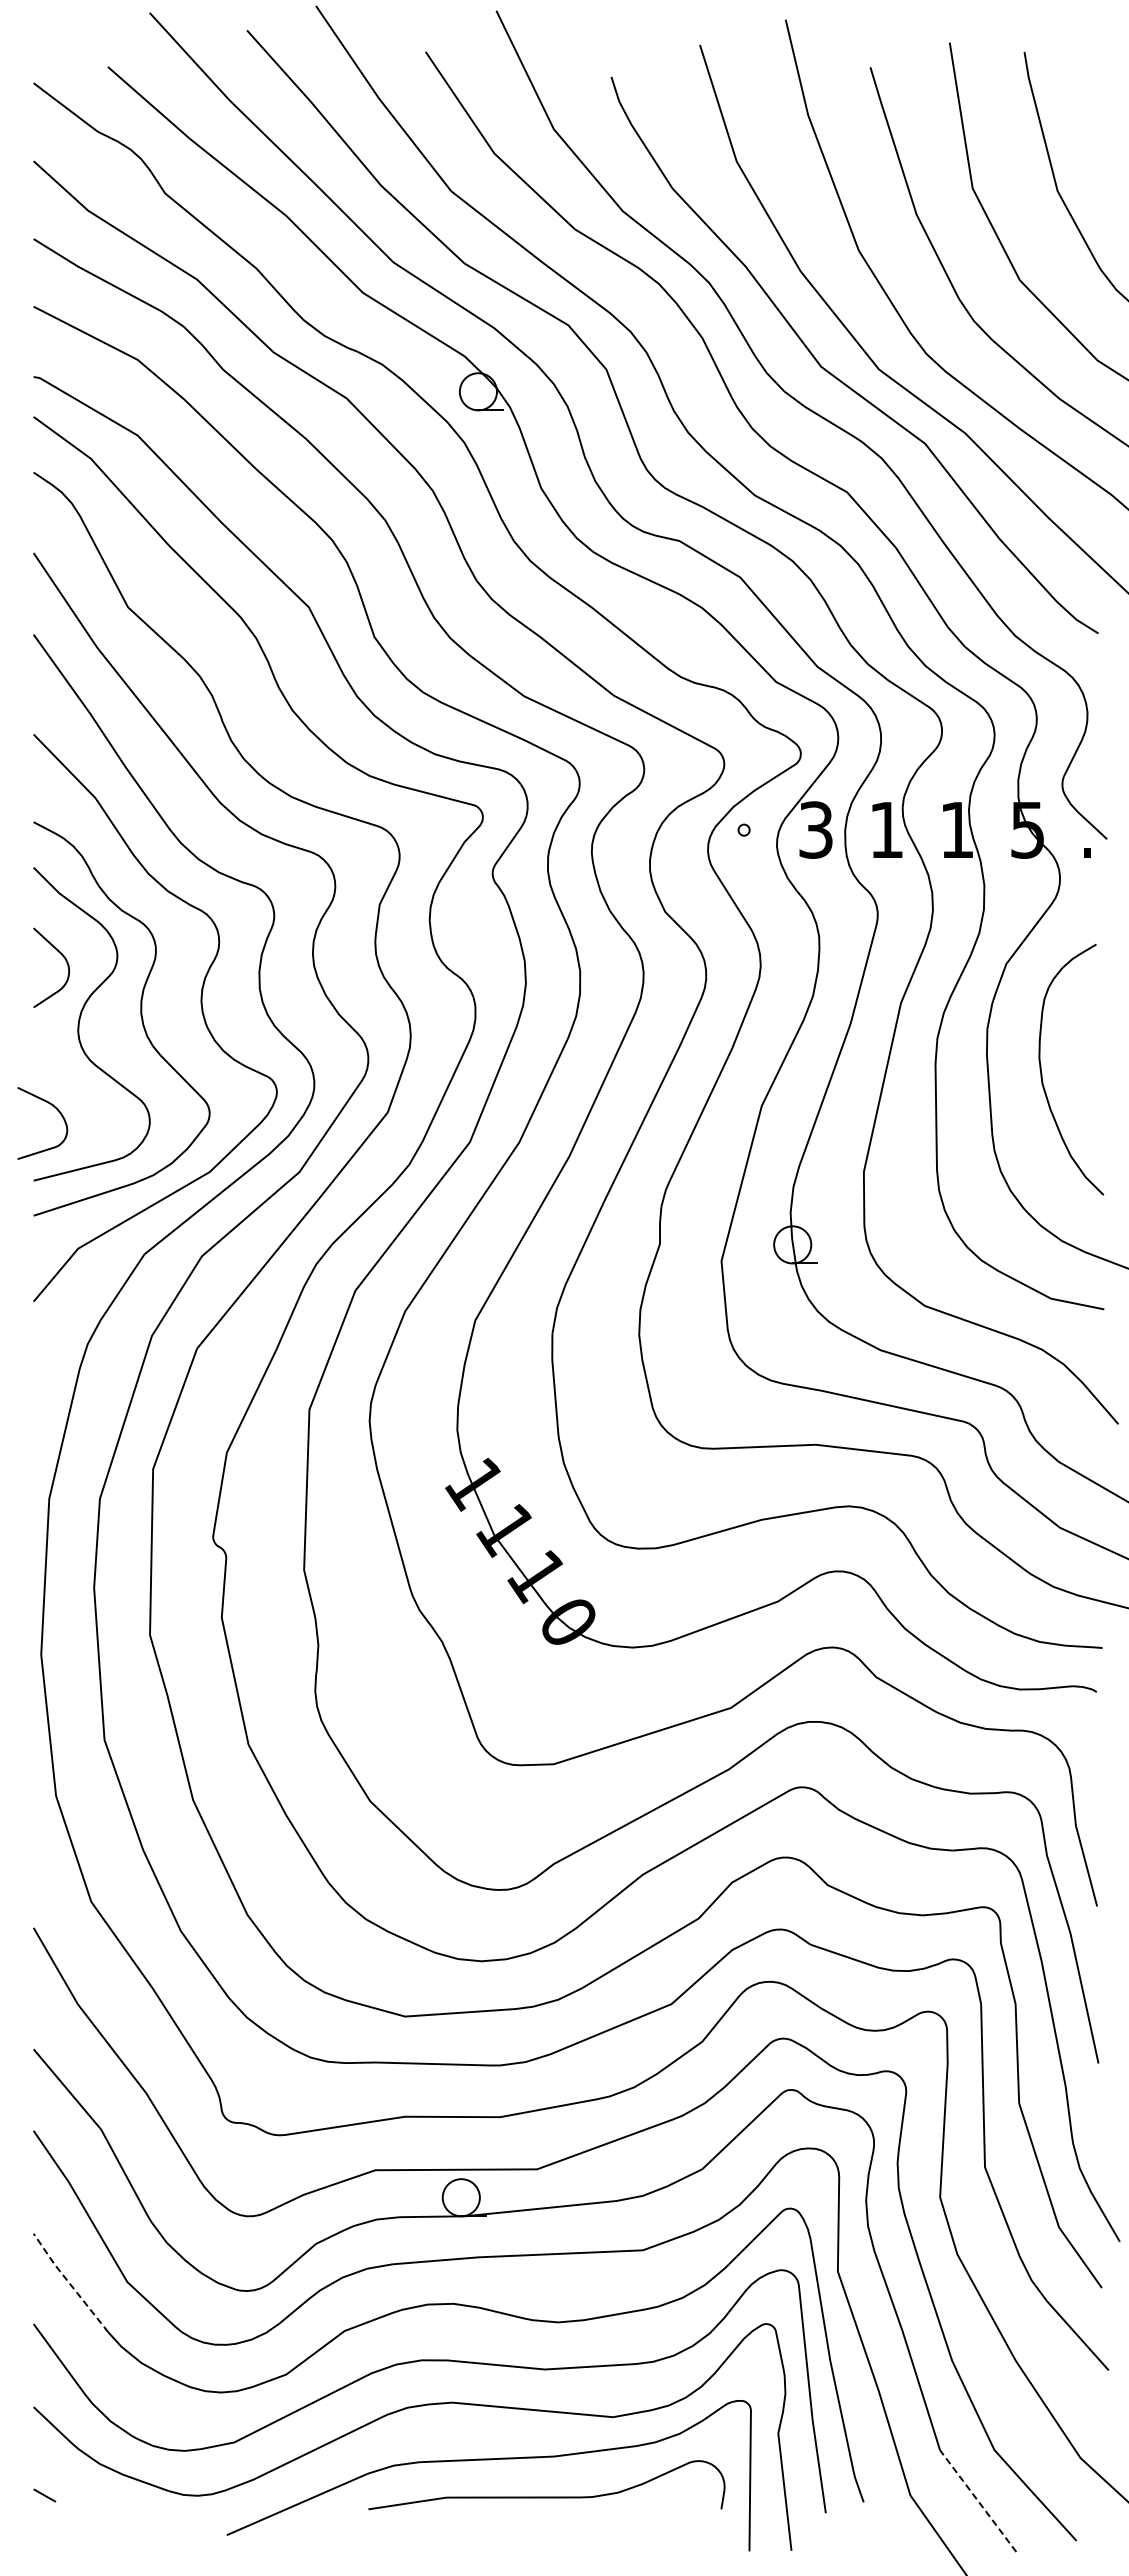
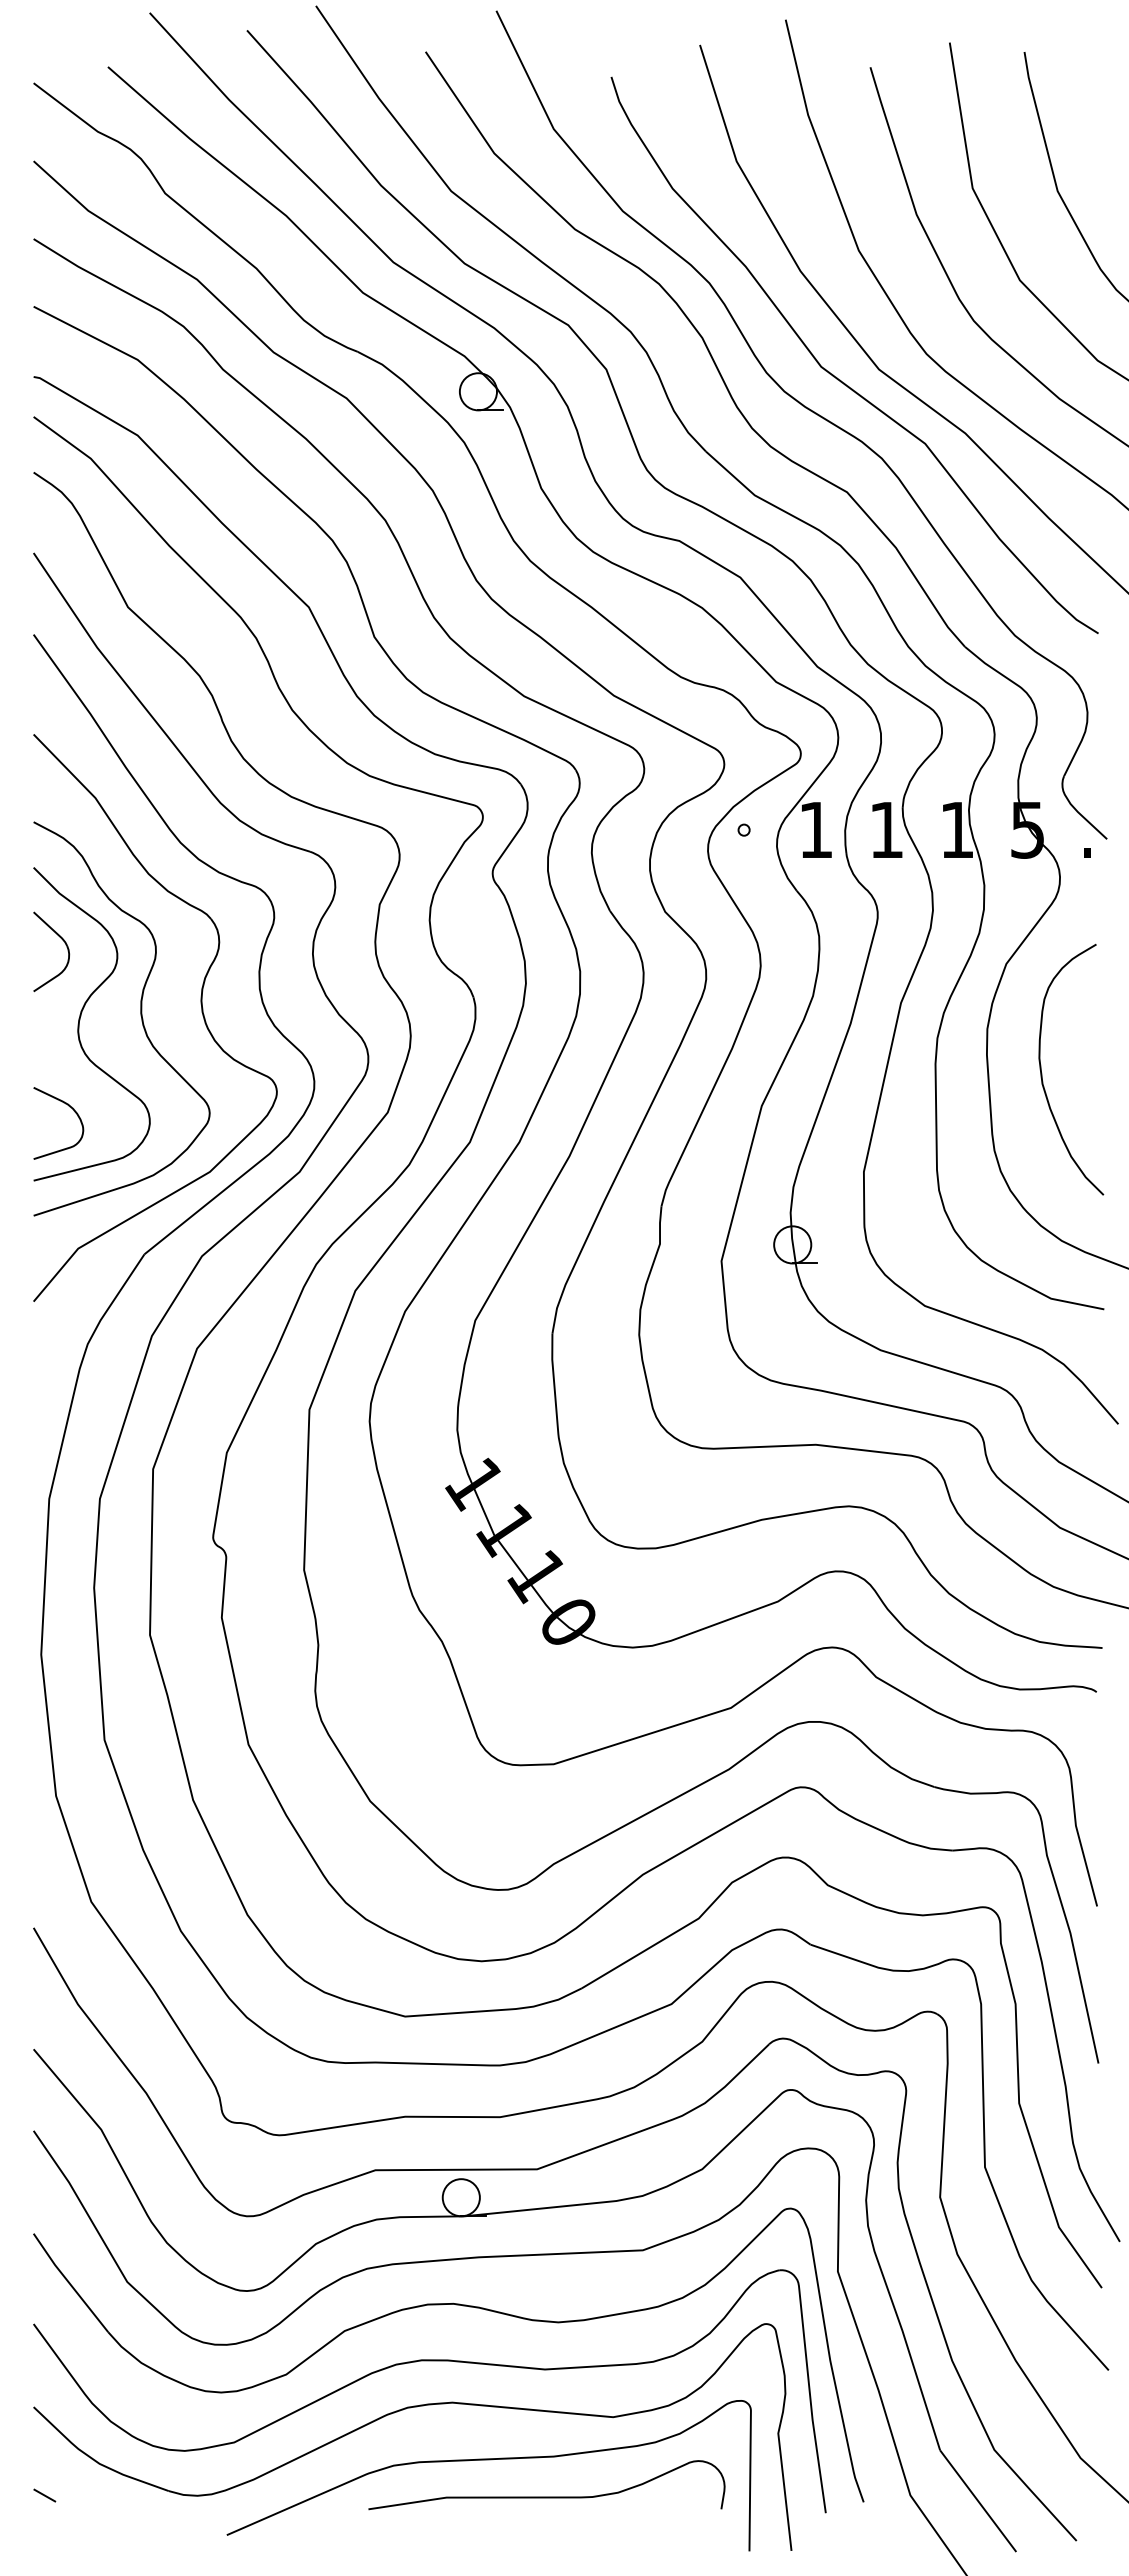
text at (815, 829): 3 -> 1
part at (65, 961) position: (65, 961) -> (65, 945)
curve at (53, 1107) position: (53, 1107) -> (69, 1107)
line at (69, 2283): dashed -> solid
line at (978, 2501): dashed -> solid
